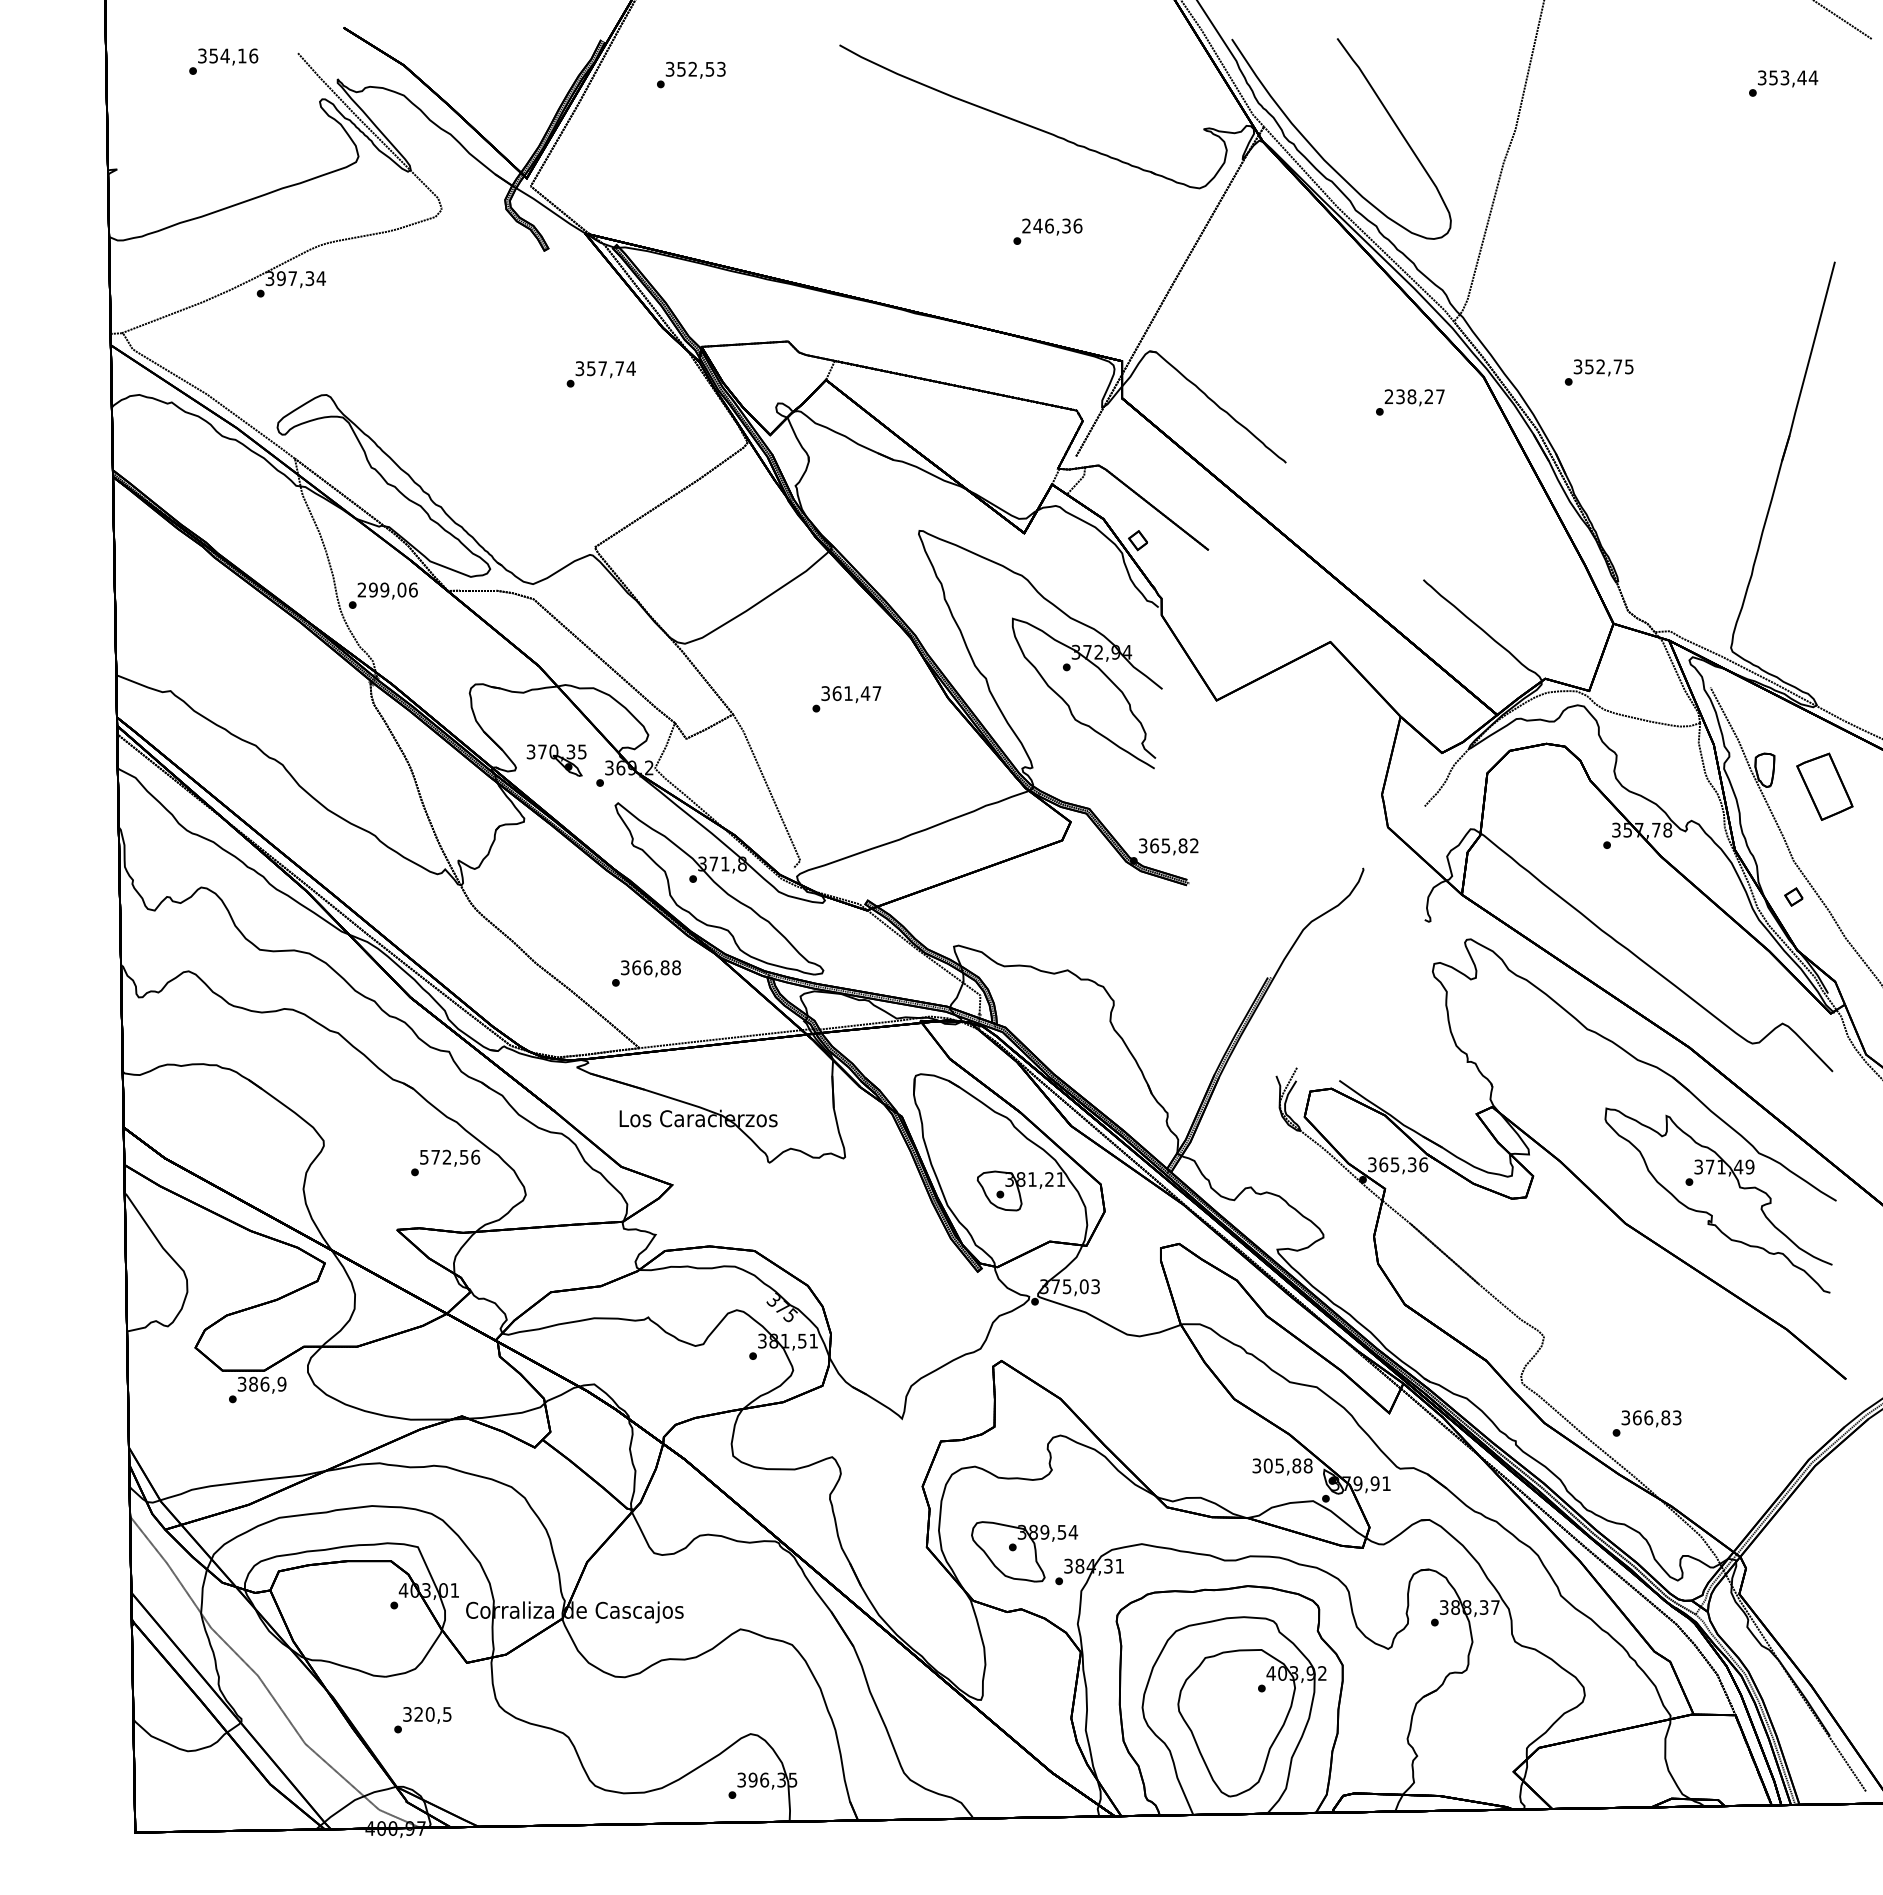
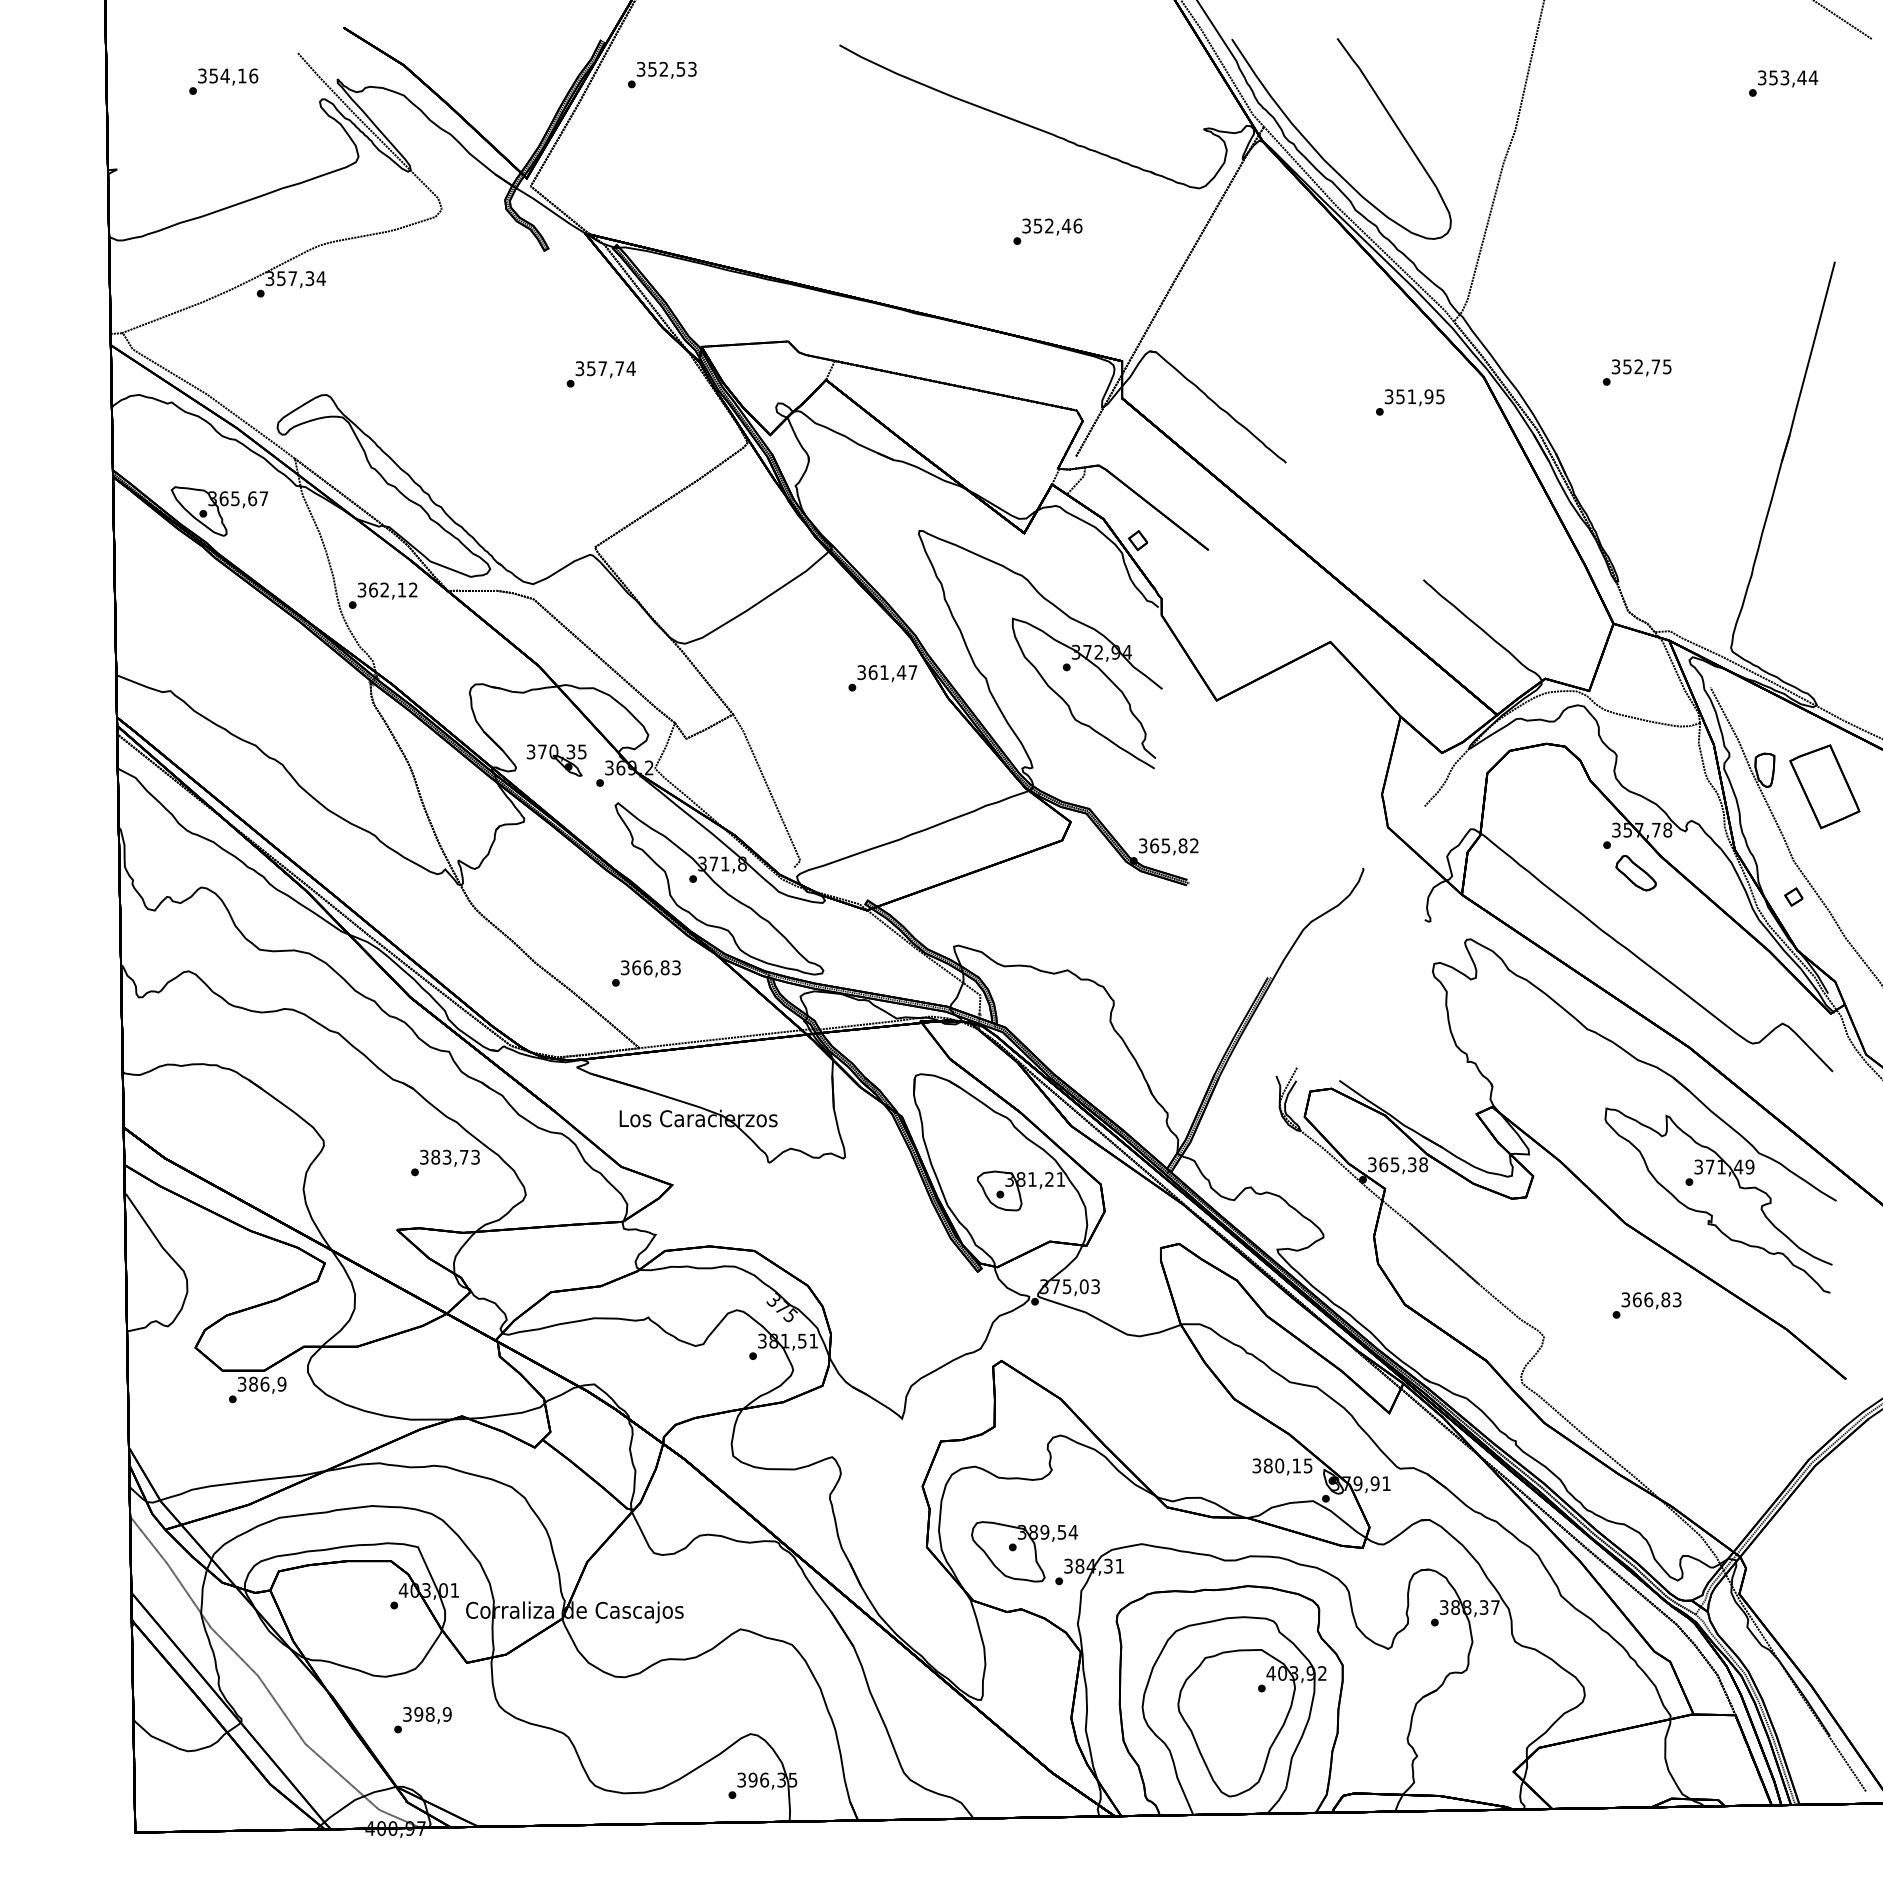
text at (223, 61) position: (223, 61) -> (223, 81)
text at (691, 74) position: (691, 74) -> (662, 74)
text at (1046, 225): 246,36 -> 352,46
text at (281, 278): 397,34 -> 357,34
text at (1598, 372) position: (1598, 372) -> (1636, 372)
text at (1414, 396): 238,27 -> 351,95
part at (218, 511): none -> present
text at (387, 589): 299,06 -> 362,12
text at (846, 699) position: (846, 699) -> (882, 678)
part at (1824, 786) size: 58x69 px -> 72x86 px
part at (1635, 873): none -> present
text at (676, 967): 366,88 -> 366,83
text at (450, 1156): 572,56 -> 383,73
text at (1423, 1164): 365,36 -> 365,38
text at (1646, 1423) position: (1646, 1423) -> (1646, 1305)
text at (1287, 1465): 305,88 -> 380,15
text at (432, 1714): 320,5 -> 398,9
